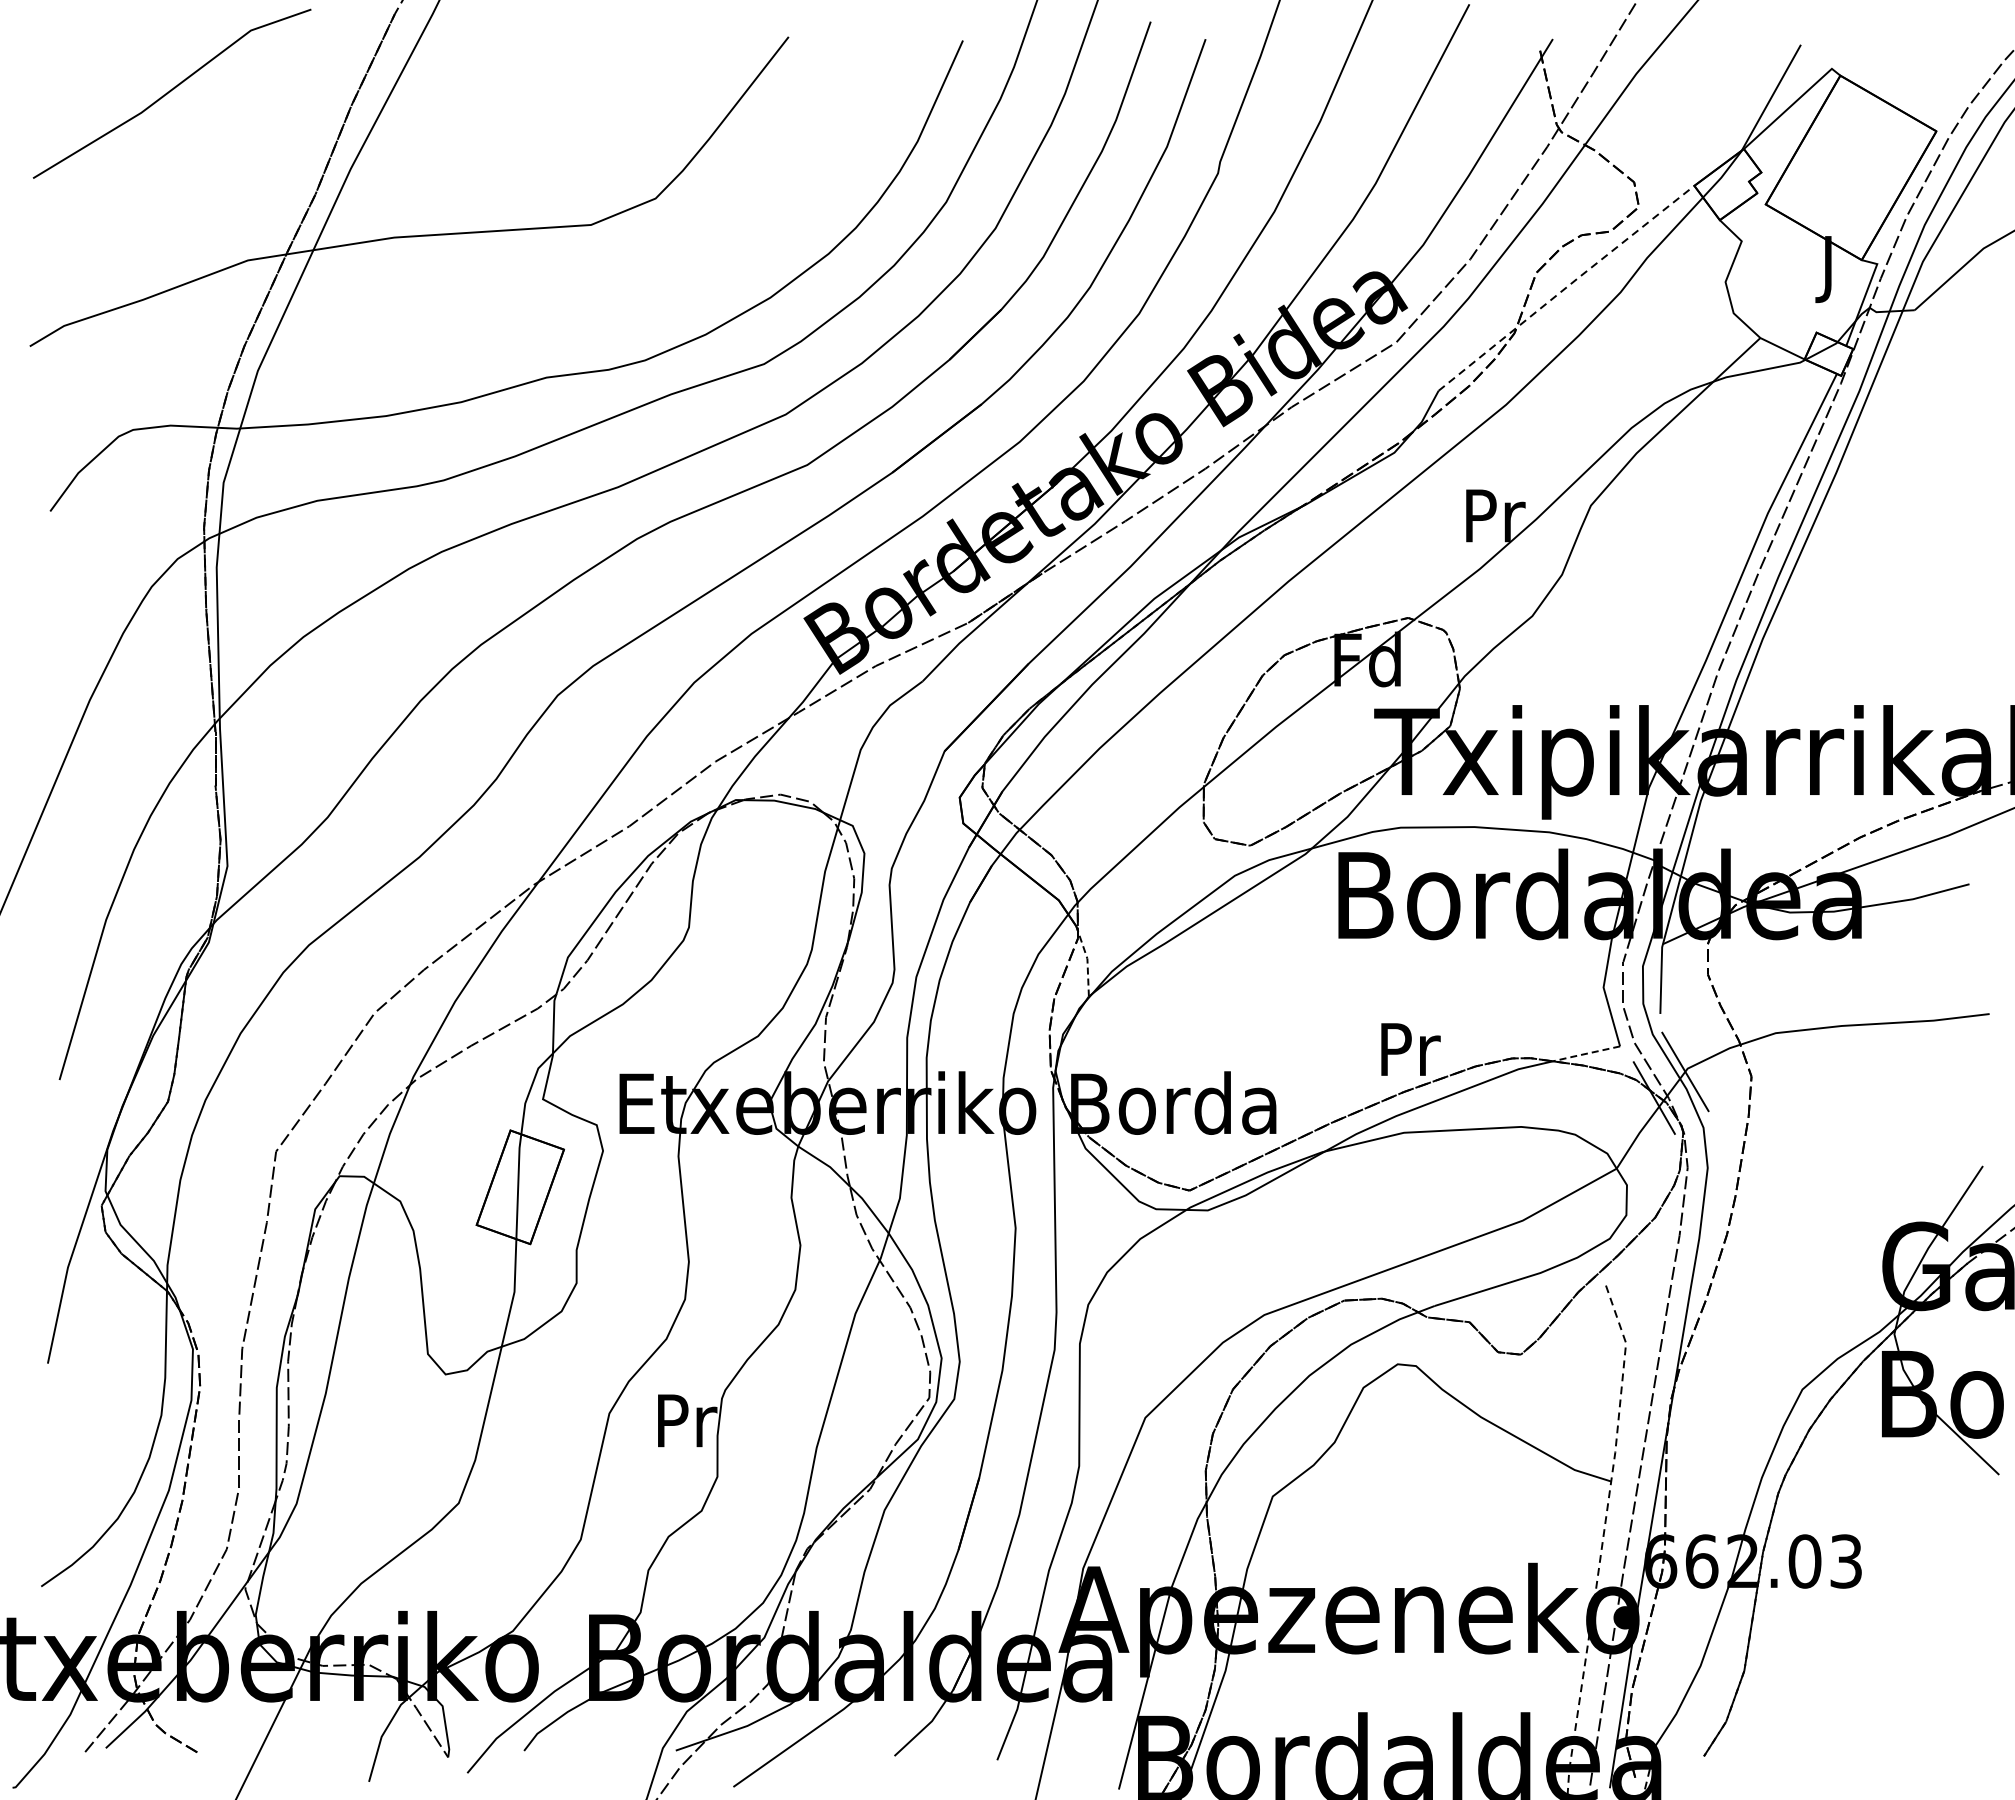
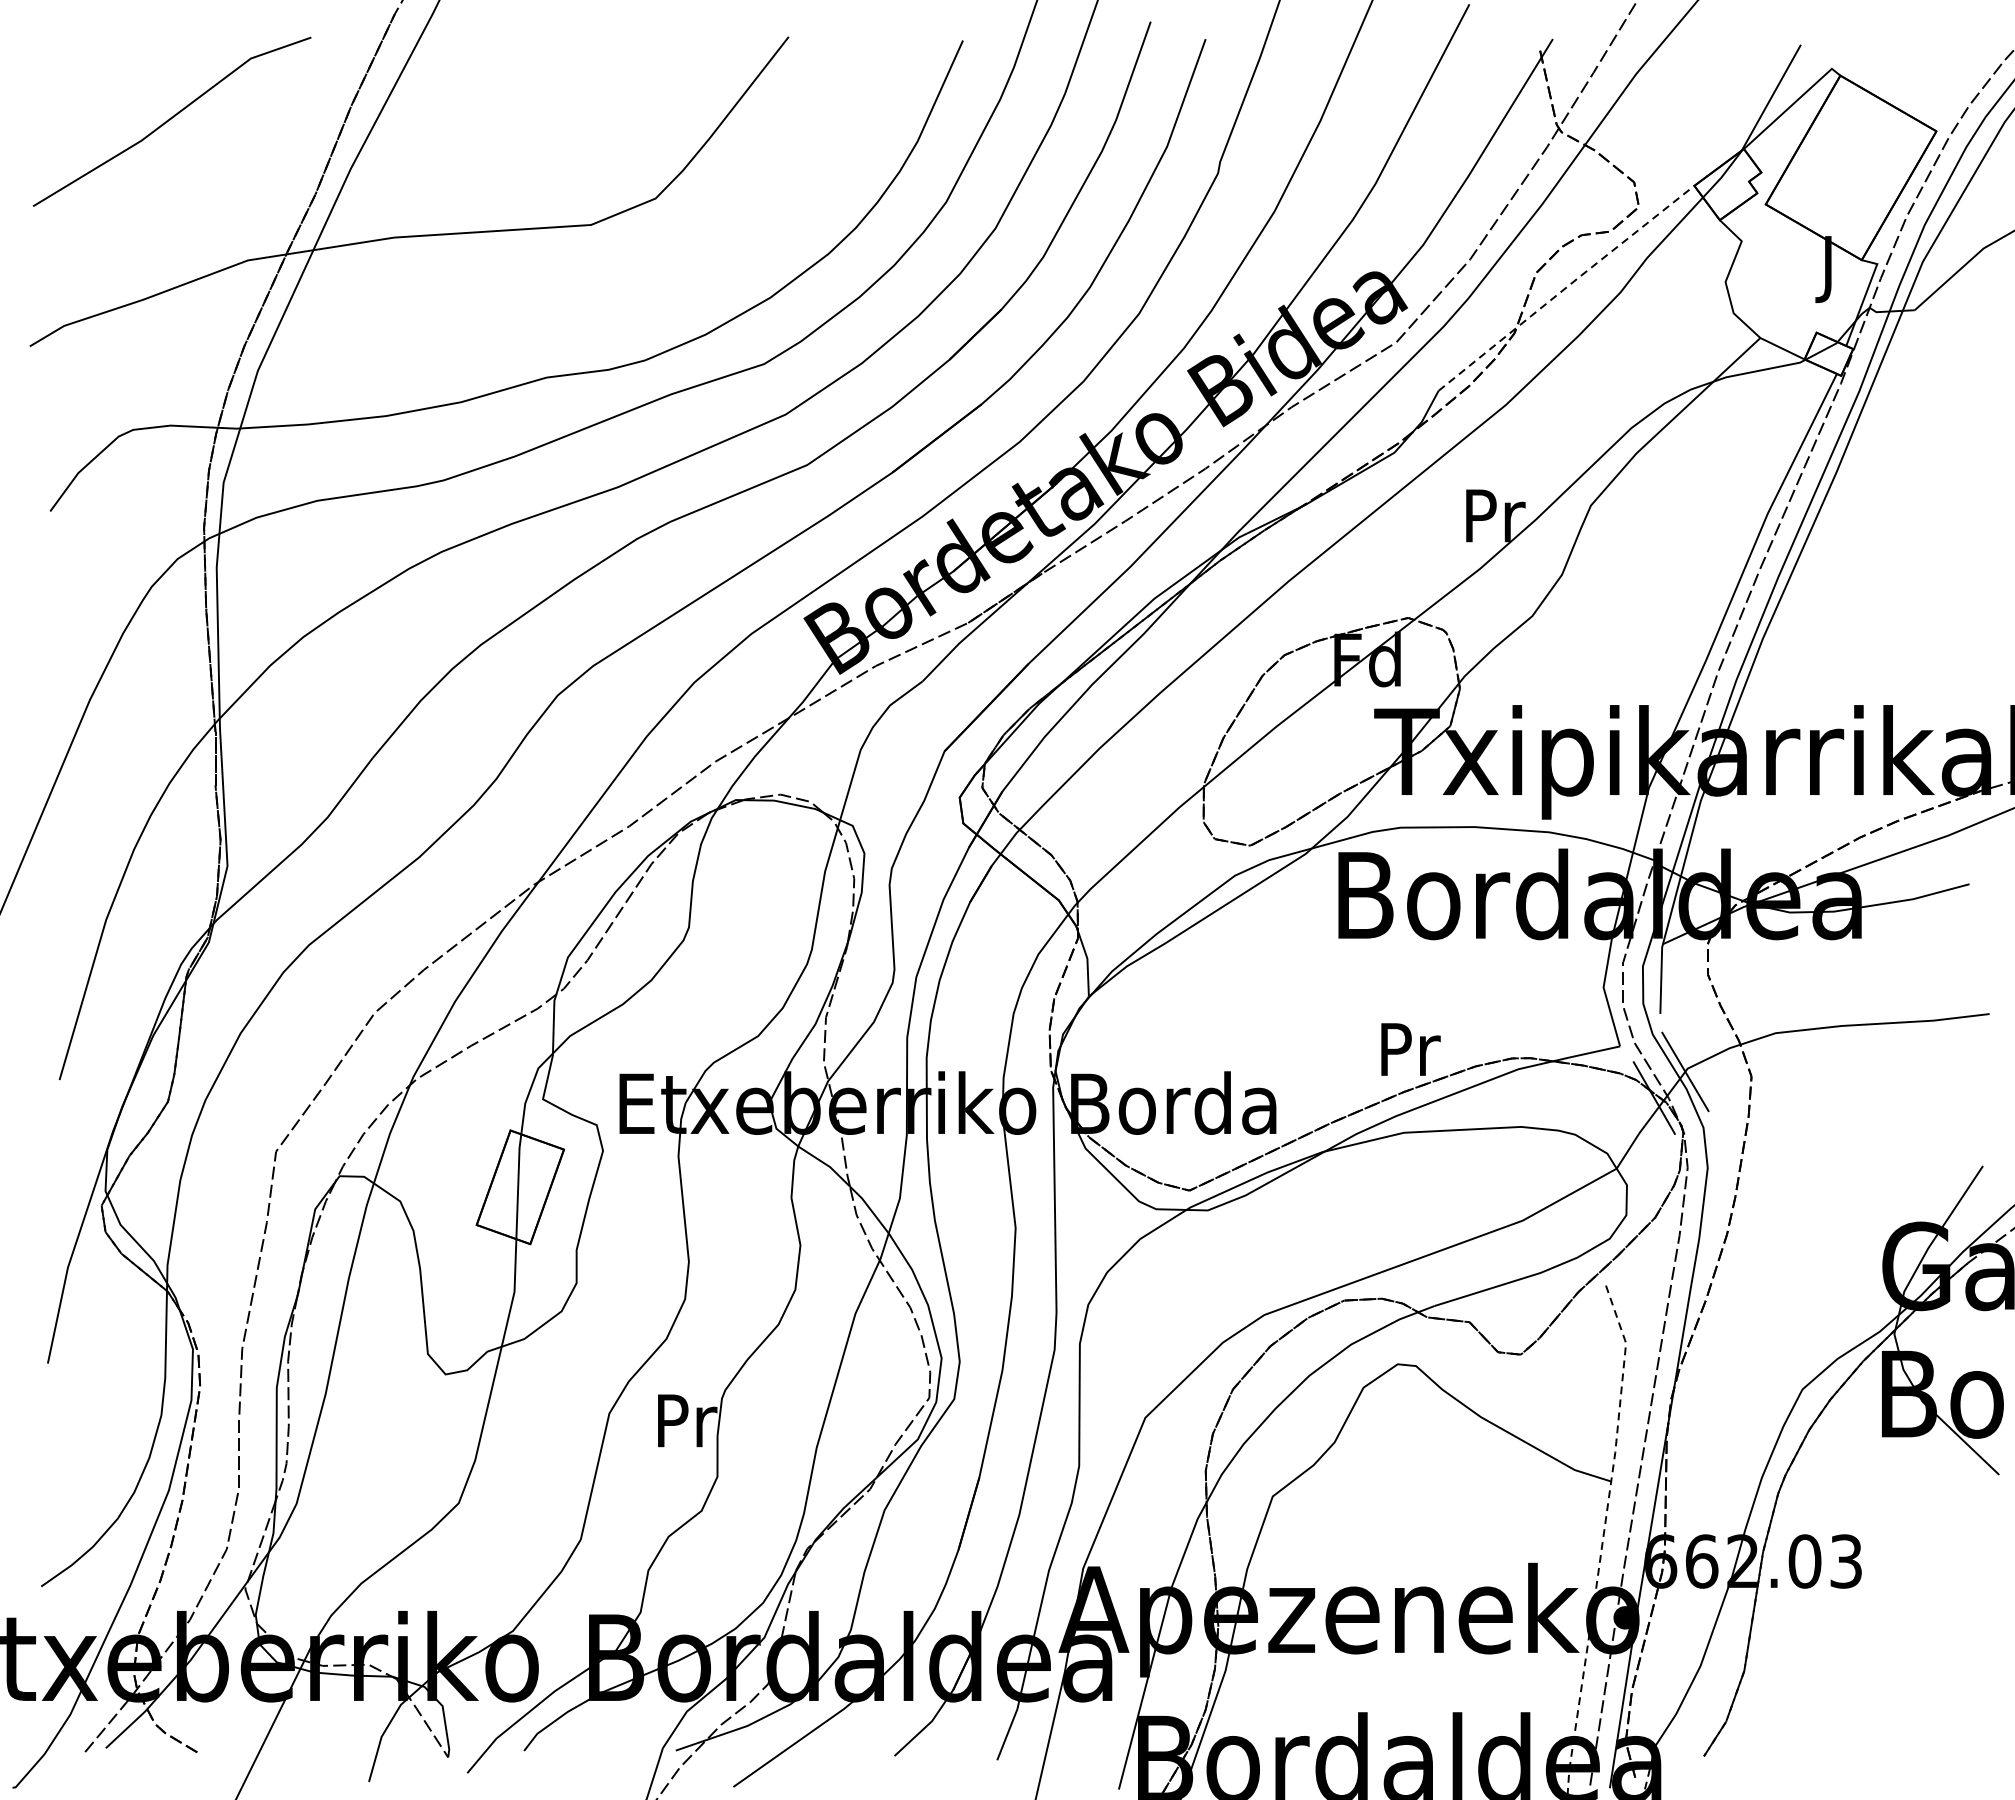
line at (170, 92) position: (170, 92) -> (170, 120)
line at (1087, 961): dashed -> solid
line at (1585, 1054): dashed -> solid
